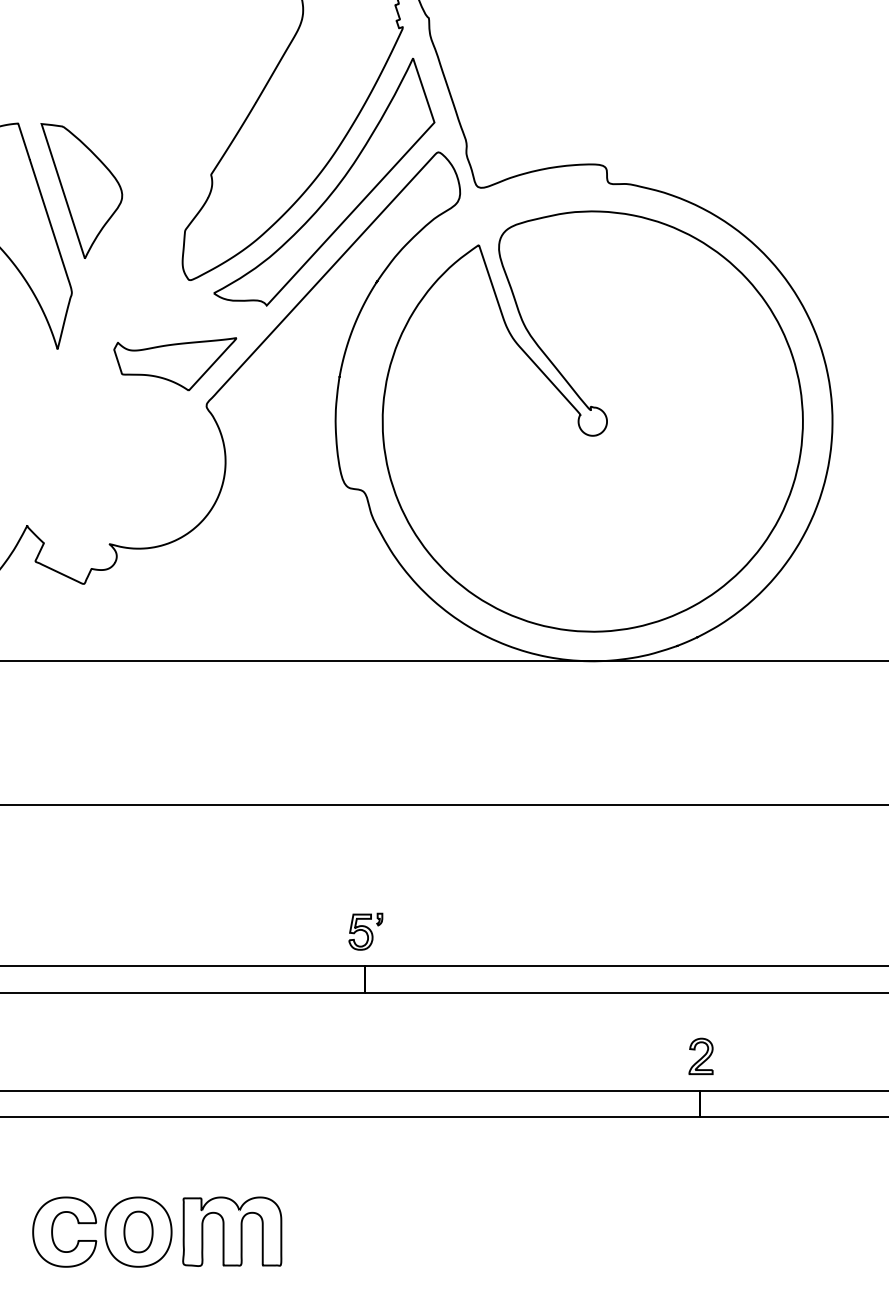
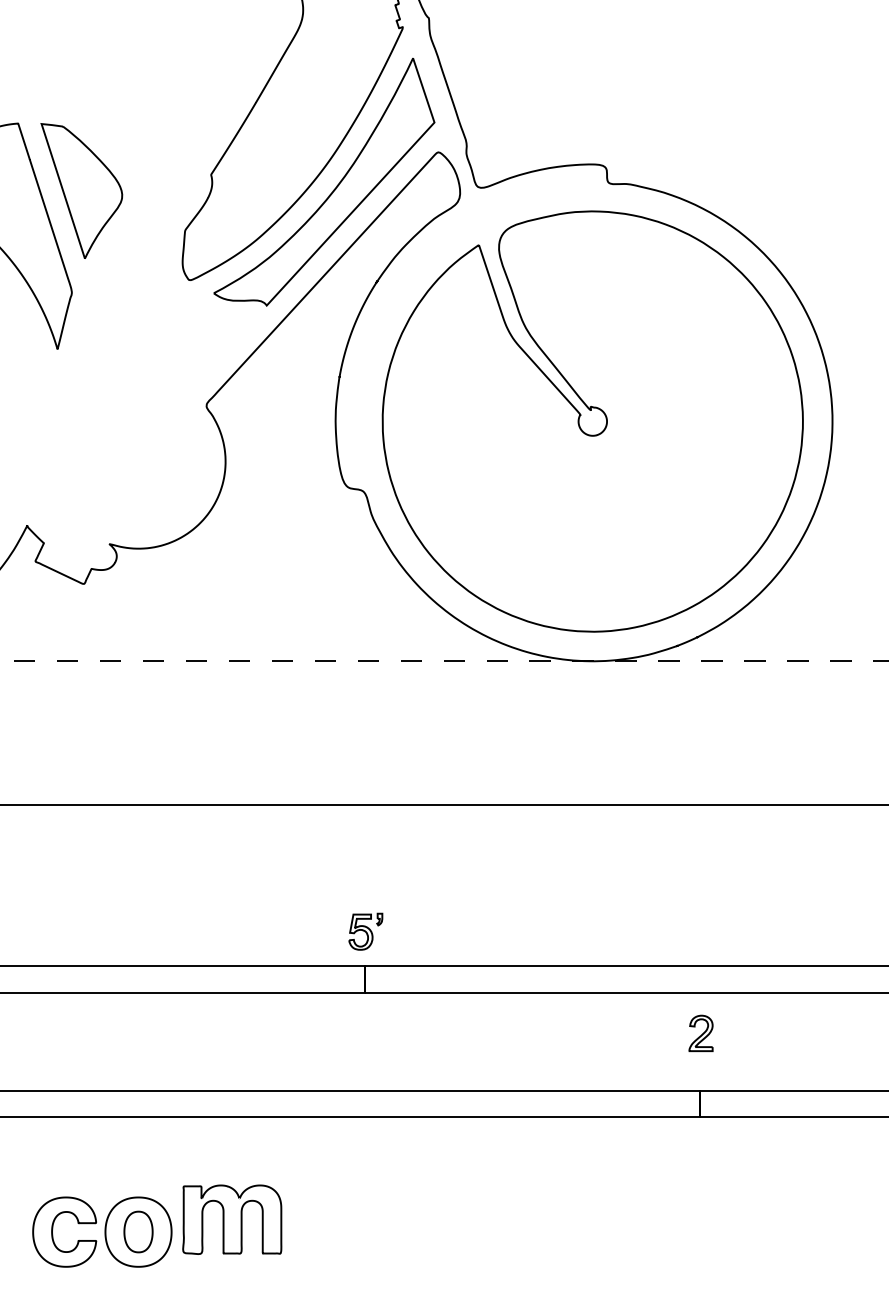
part at (175, 364): present -> none
line at (444, 661): solid -> dashed
part at (700, 1056) position: (700, 1056) -> (700, 1033)
part at (232, 1231) position: (232, 1231) -> (232, 1219)
